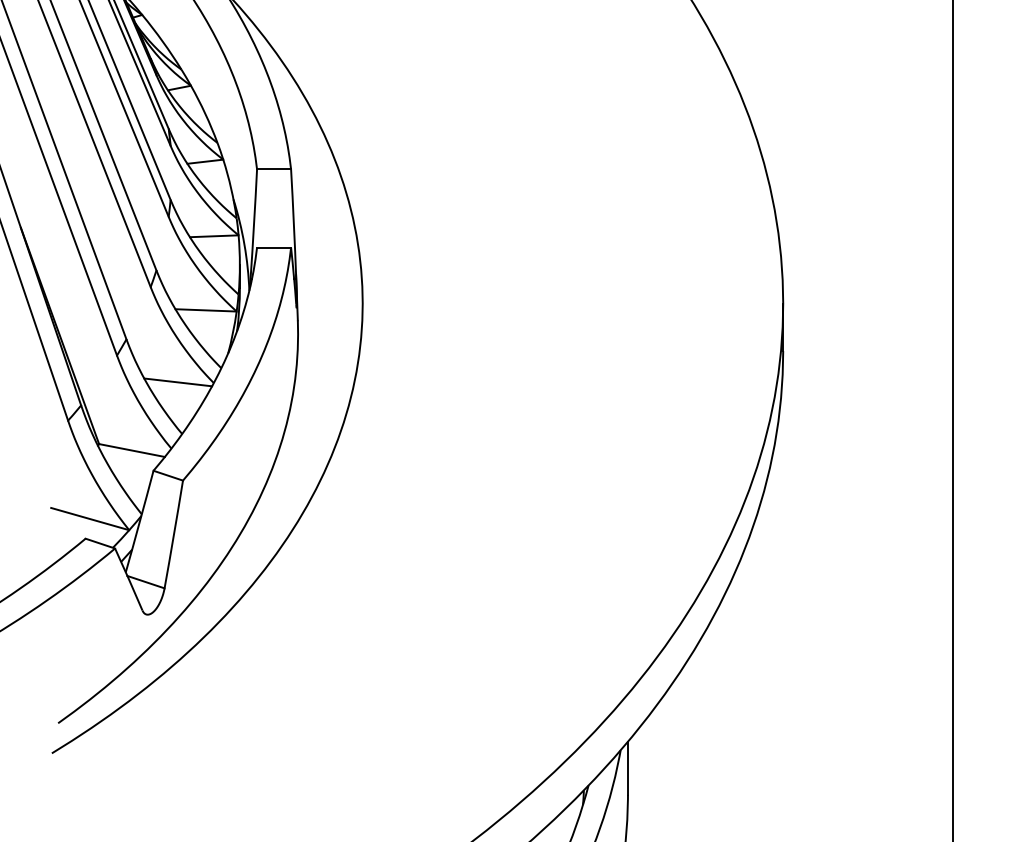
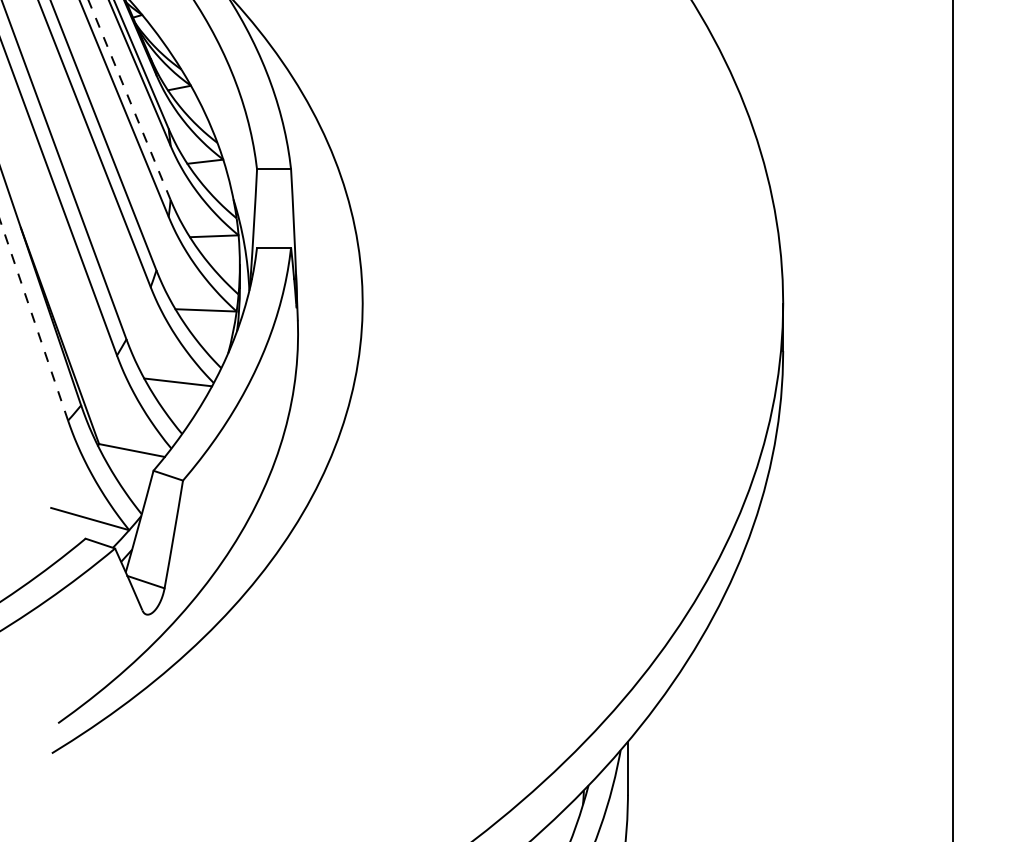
line at (129, 100): solid -> dashed
line at (34, 320): solid -> dashed
